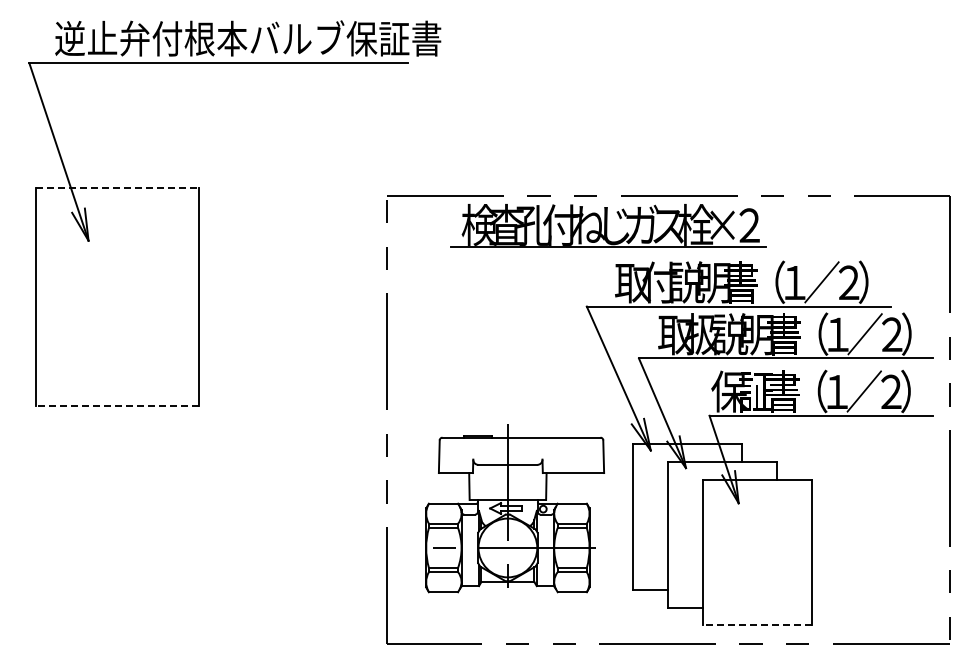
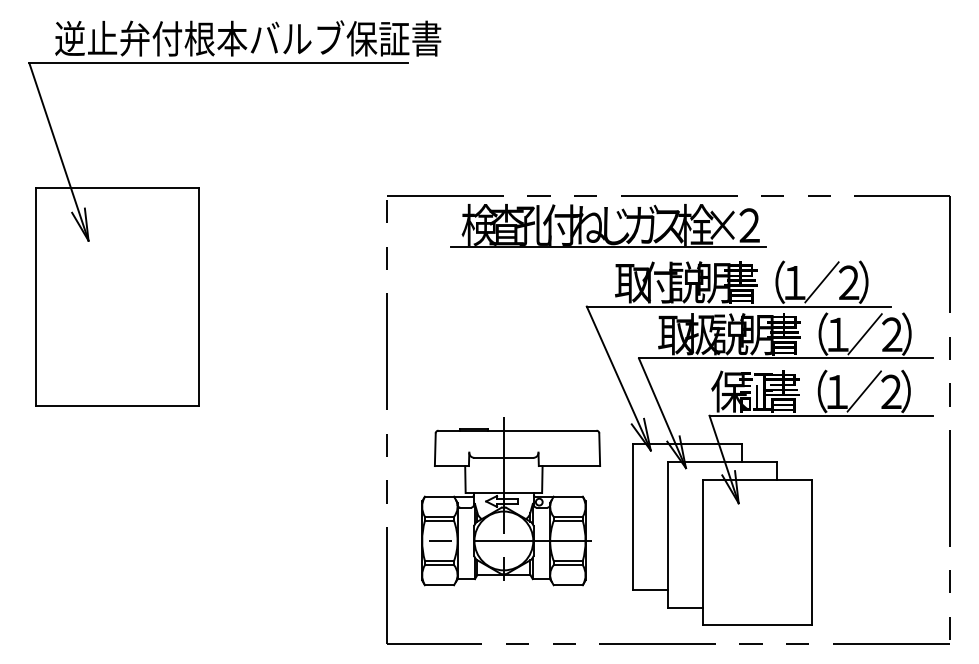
line at (117, 187): dashed -> solid
line at (116, 406): dashed -> solid
part at (514, 508) position: (514, 508) -> (510, 501)
line at (757, 625): dashed -> solid
